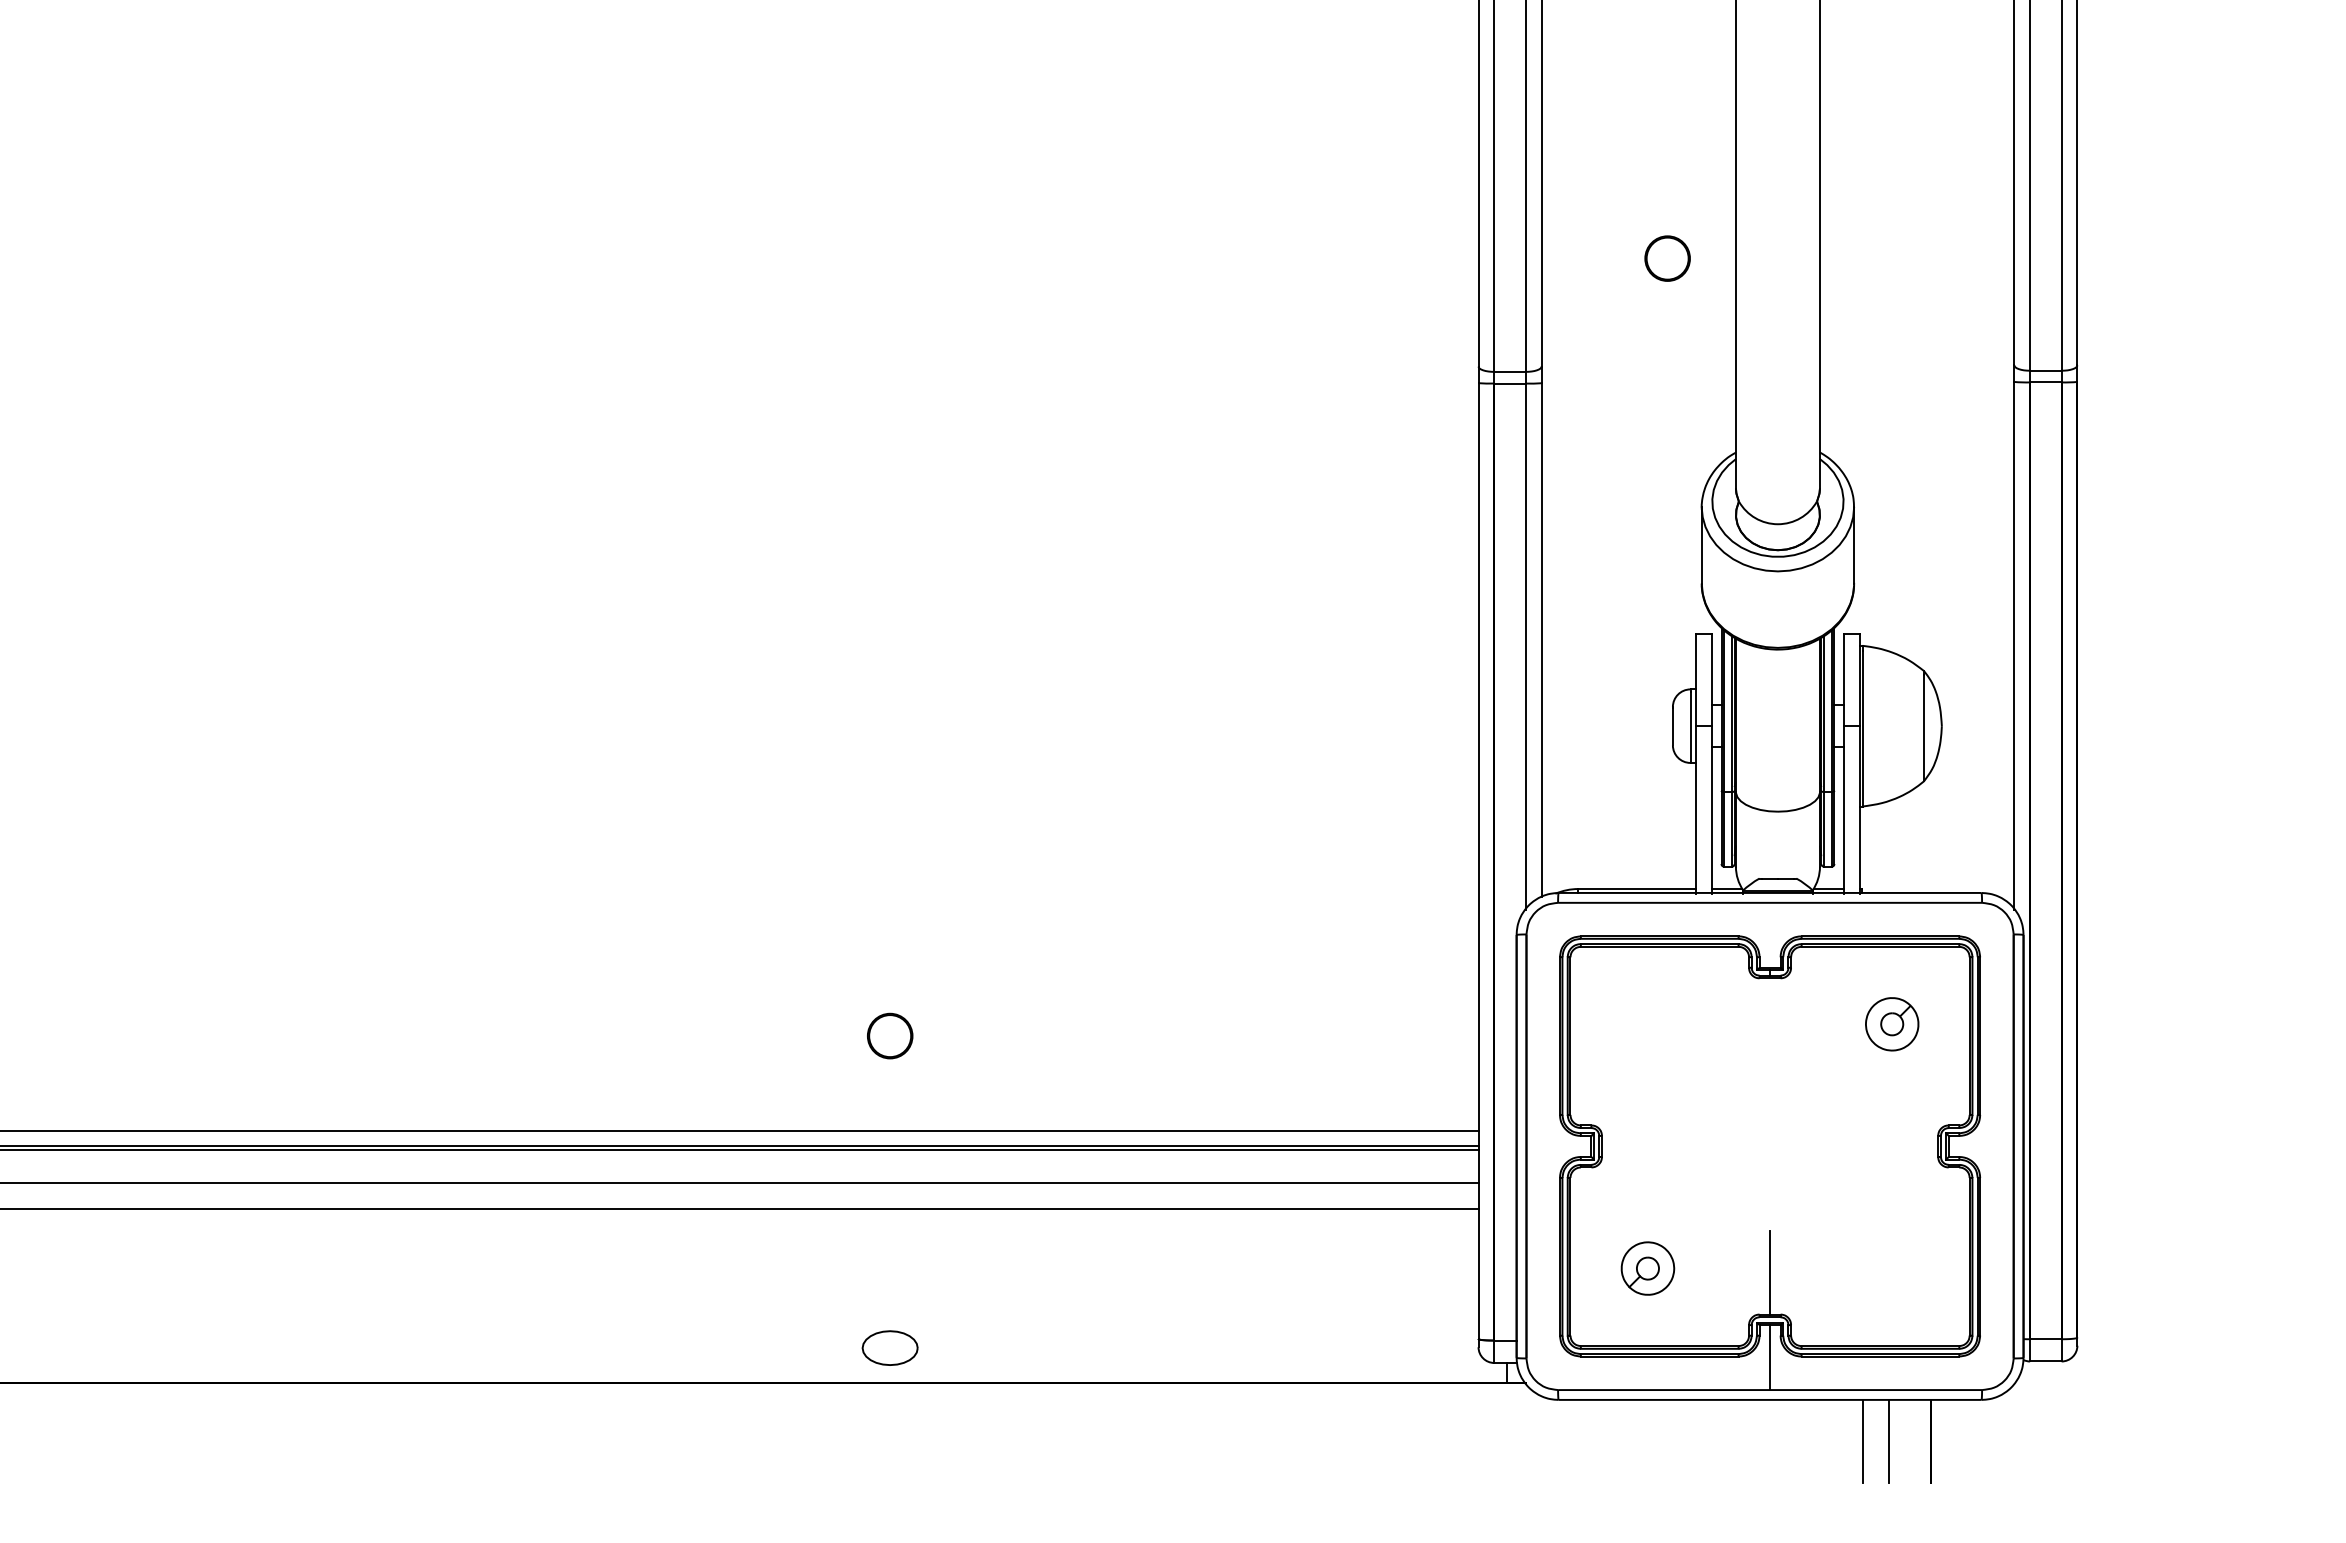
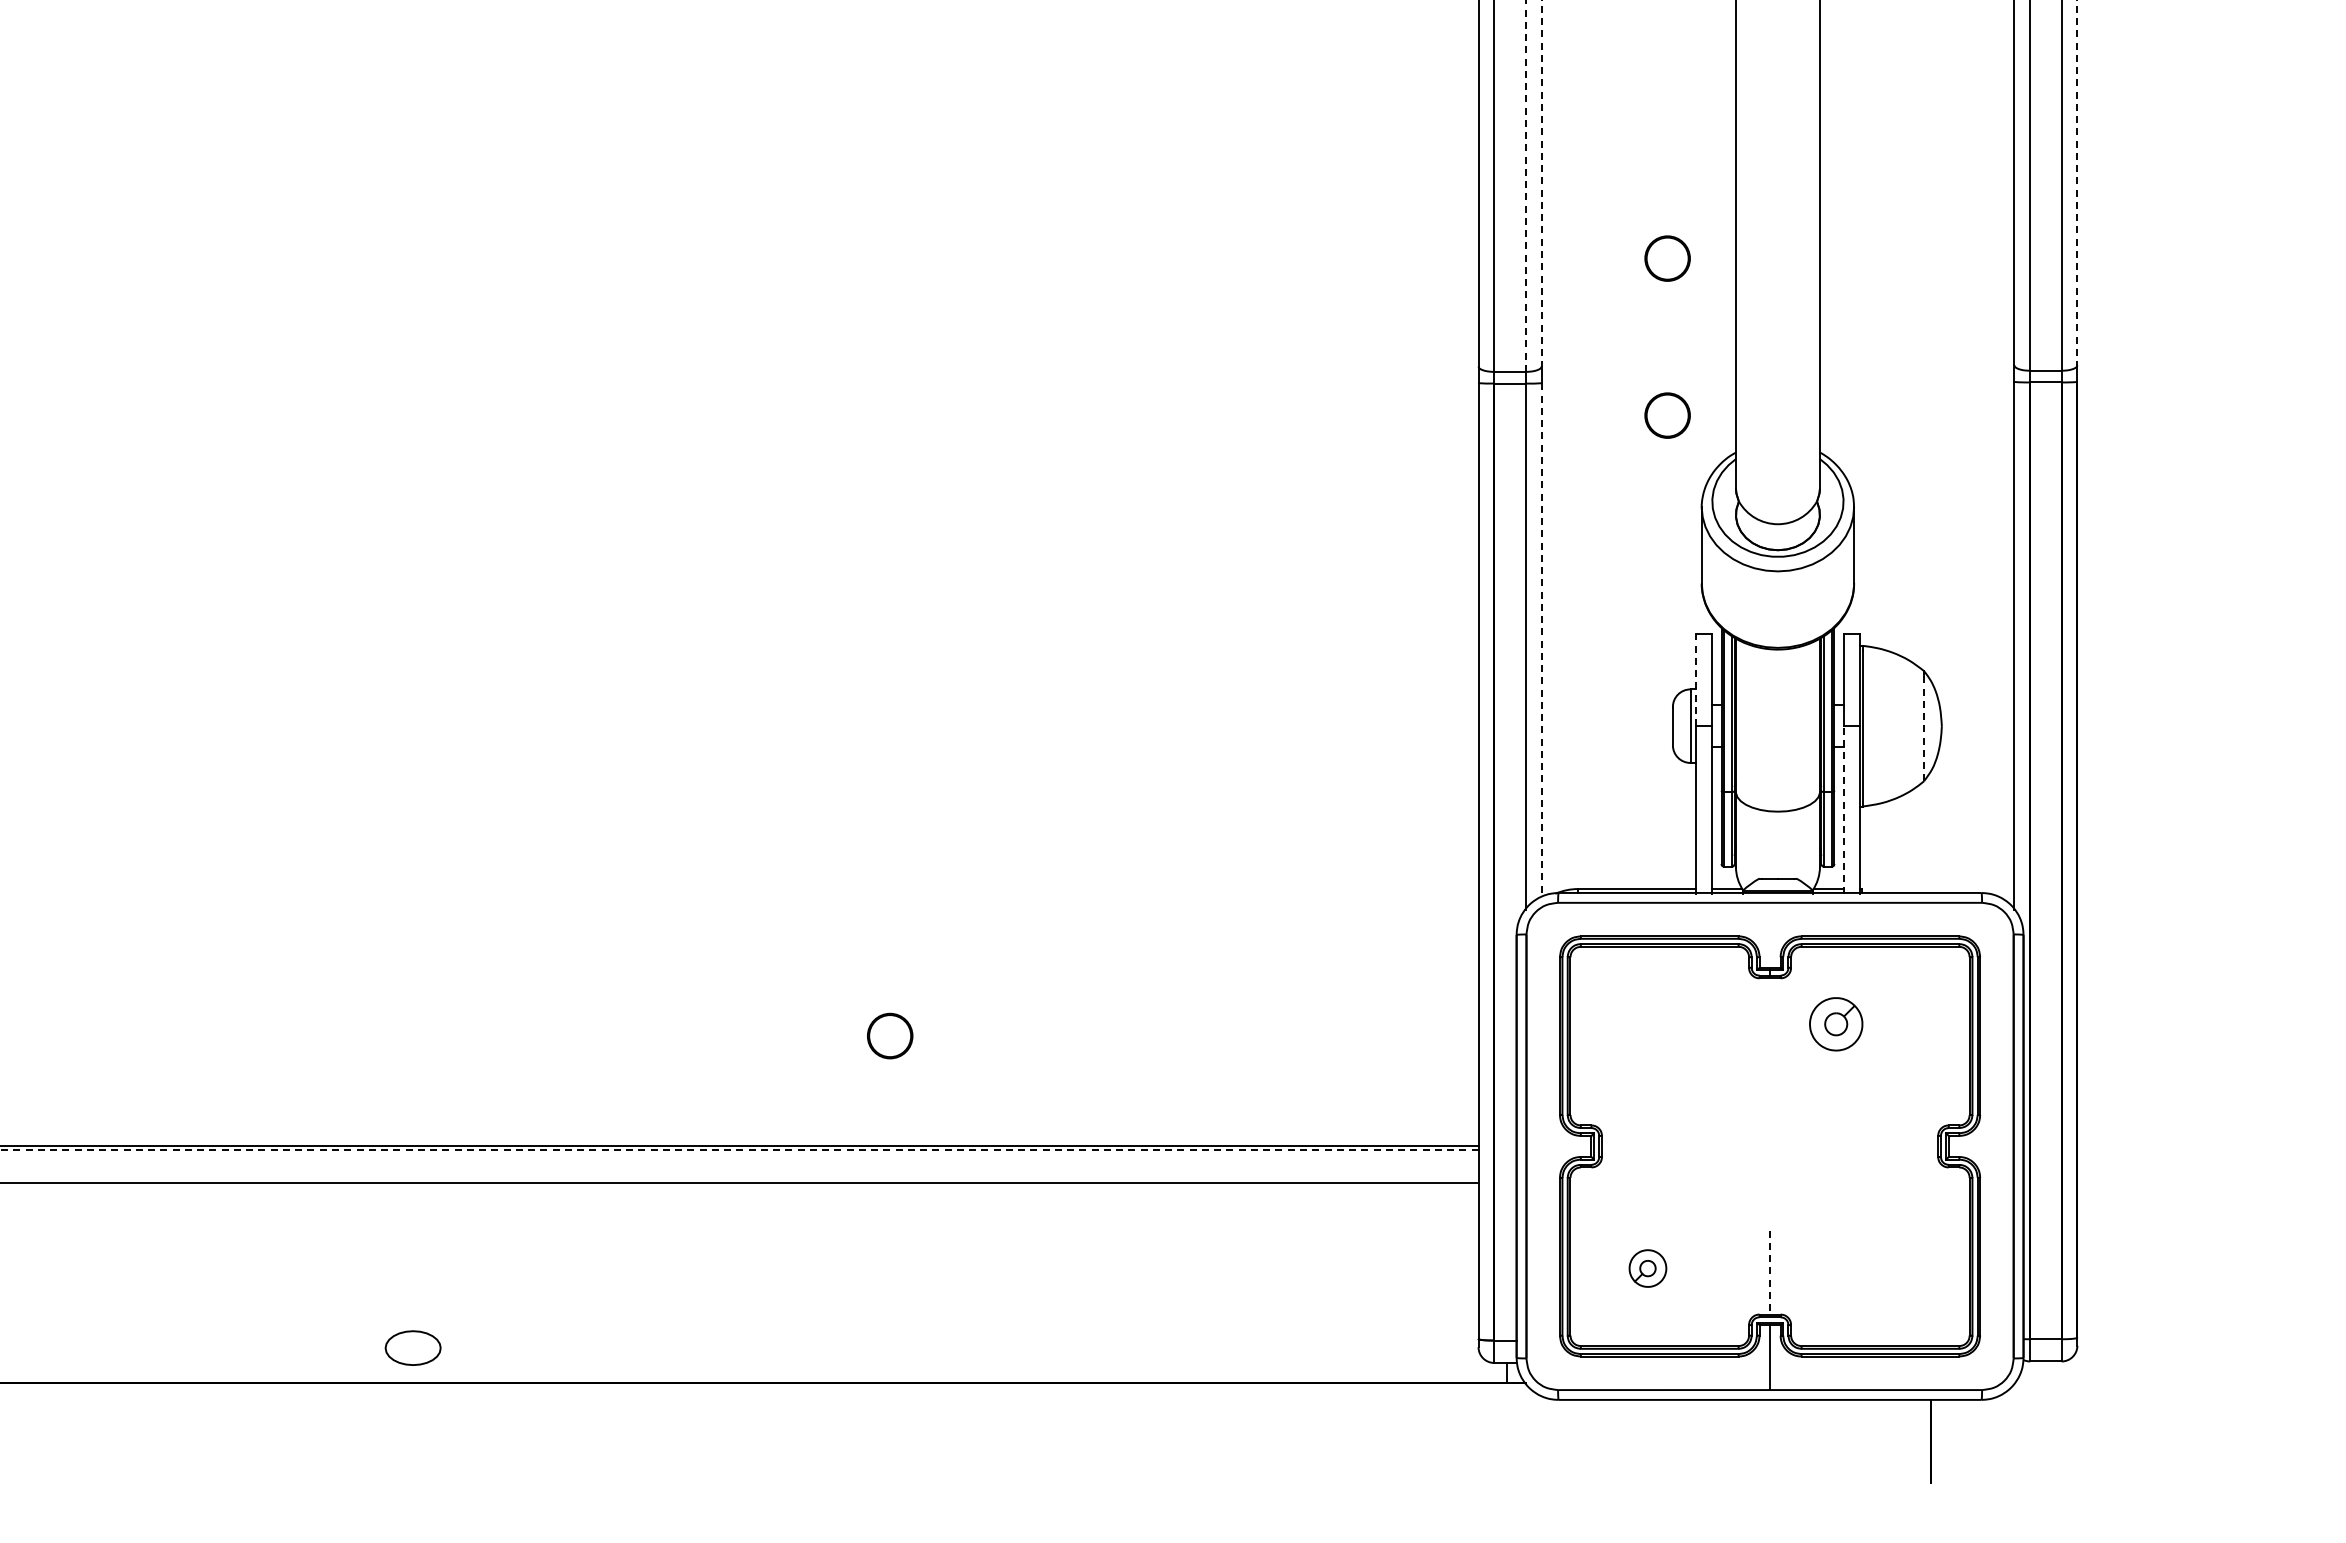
line at (2077, 182): solid -> dashed
line at (1541, 183): solid -> dashed
line at (1525, 186): solid -> dashed
circle at (1667, 415): none -> present
line at (1541, 640): solid -> dashed
line at (1696, 680): solid -> dashed
line at (1924, 727): solid -> dashed
line at (1844, 809): solid -> dashed
part at (1892, 1024) position: (1892, 1024) -> (1836, 1024)
line at (740, 1130): present -> none
line at (739, 1150): solid -> dashed
line at (740, 1209): present -> none
part at (1647, 1268) size: 56x55 px -> 40x39 px
line at (1770, 1272): solid -> dashed
part at (889, 1347) position: (889, 1347) -> (412, 1347)
line at (1863, 1440): present -> none
line at (1888, 1440): present -> none
